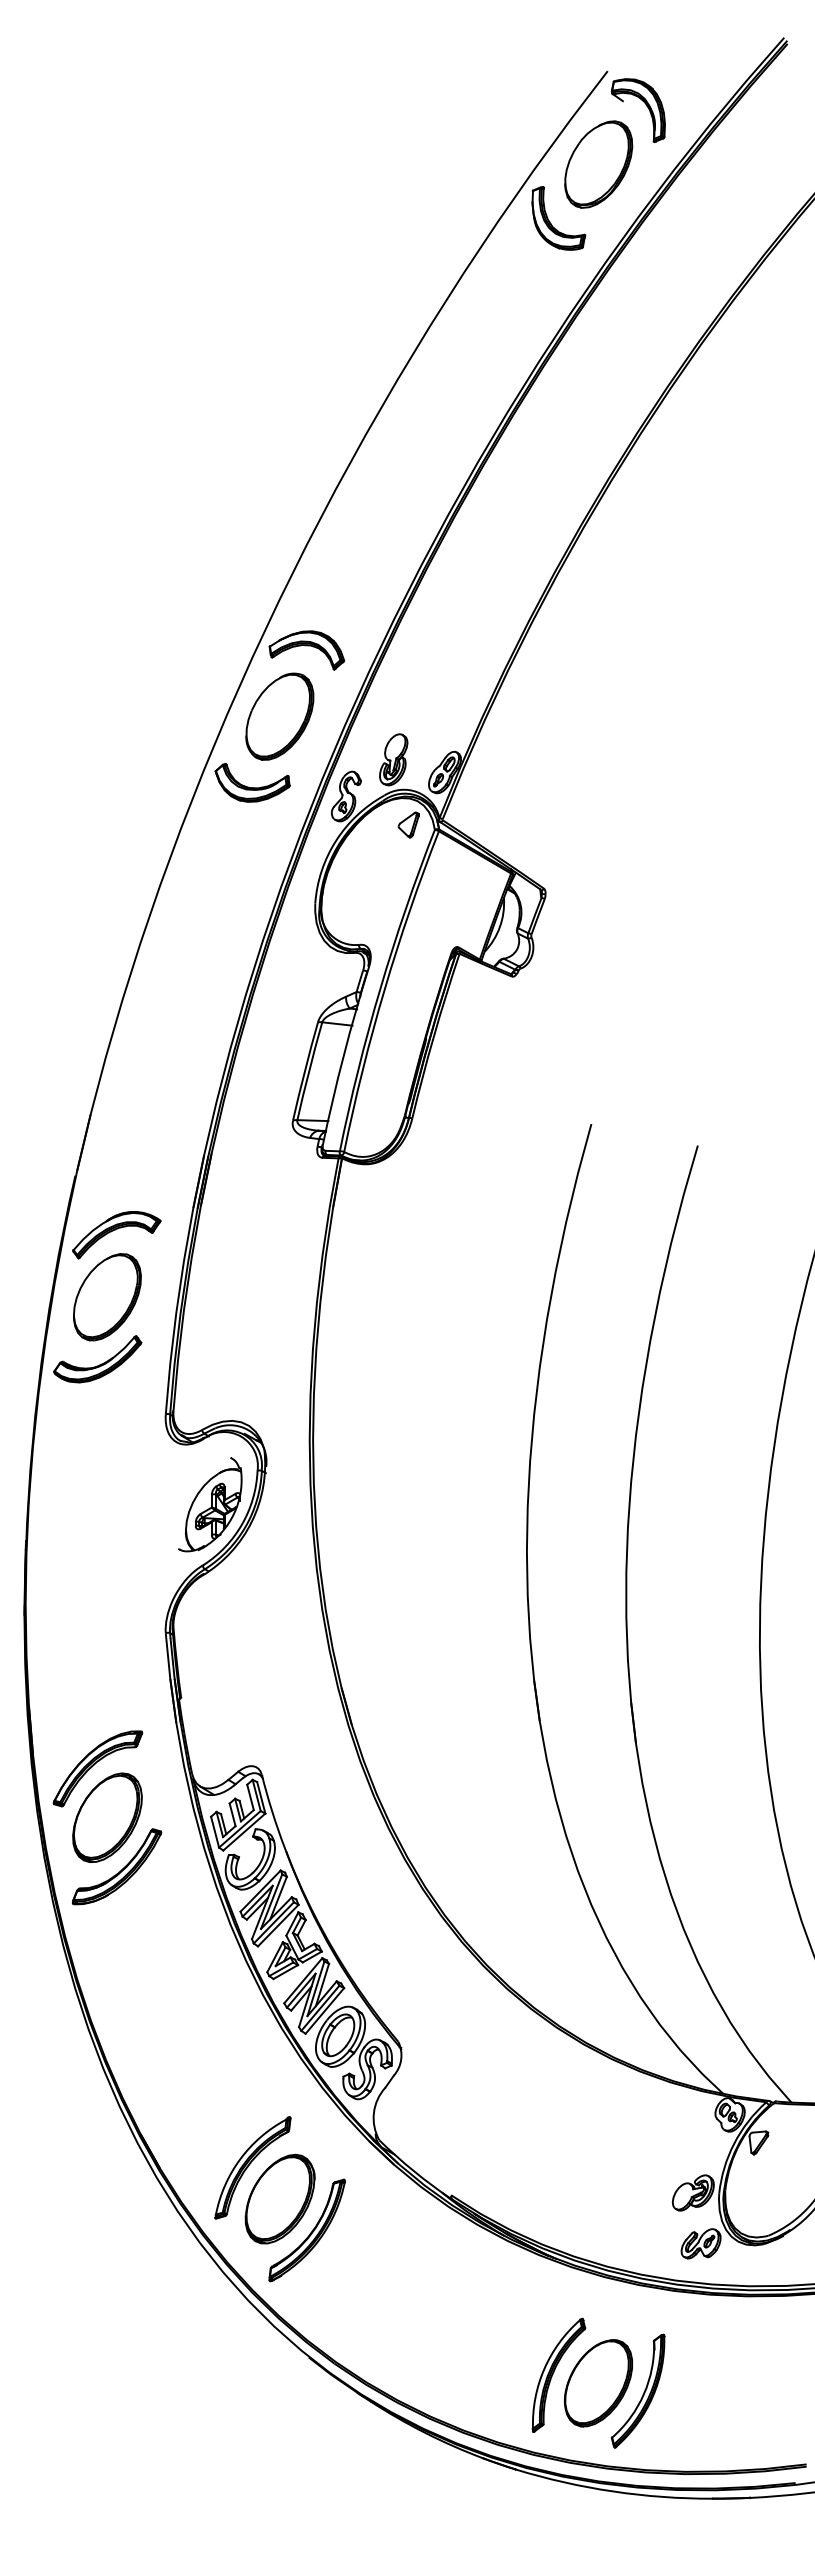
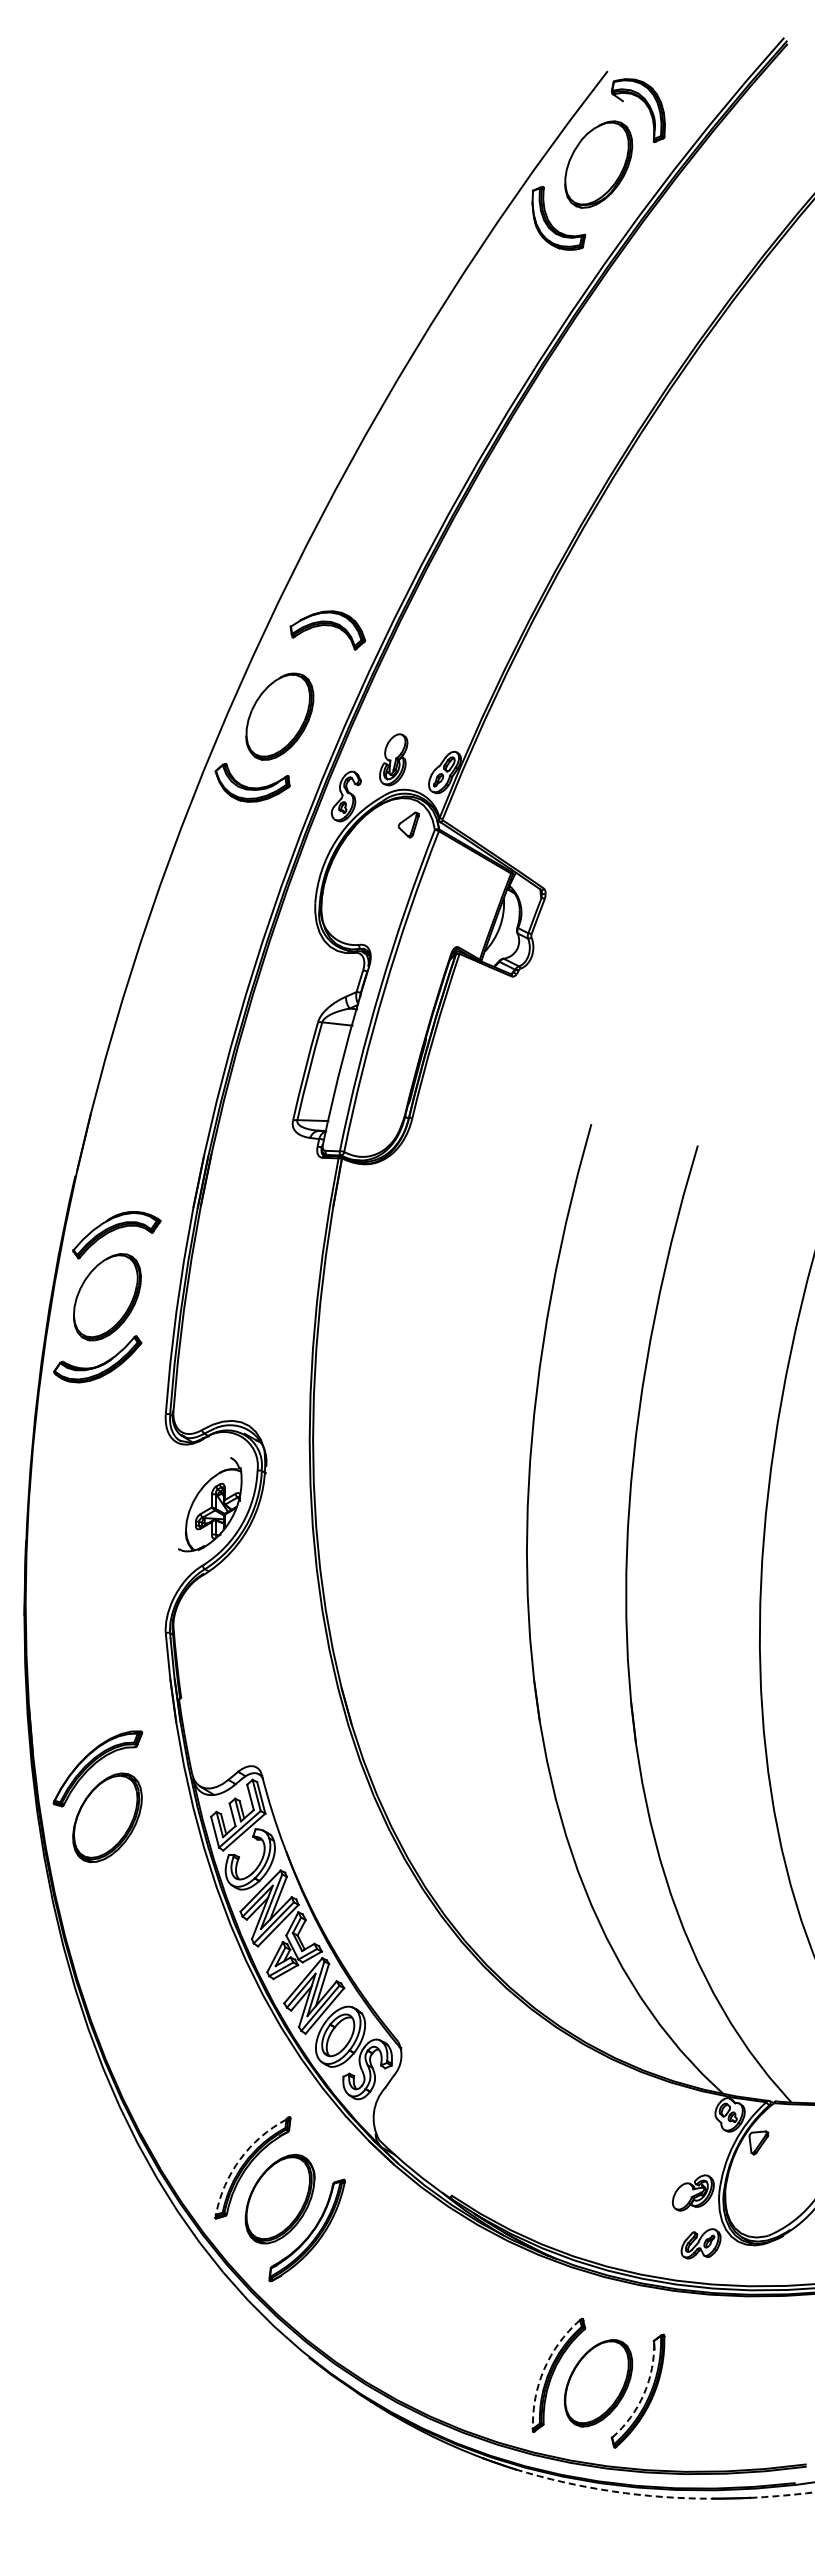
part at (306, 650) position: (306, 650) -> (327, 630)
part at (116, 1866): present -> none
arc at (240, 2159): solid -> dashed
arc at (544, 2369): solid -> dashed
arc at (644, 2394): solid -> dashed
arc at (613, 2491): solid -> dashed
arc at (782, 2495): solid -> dashed
